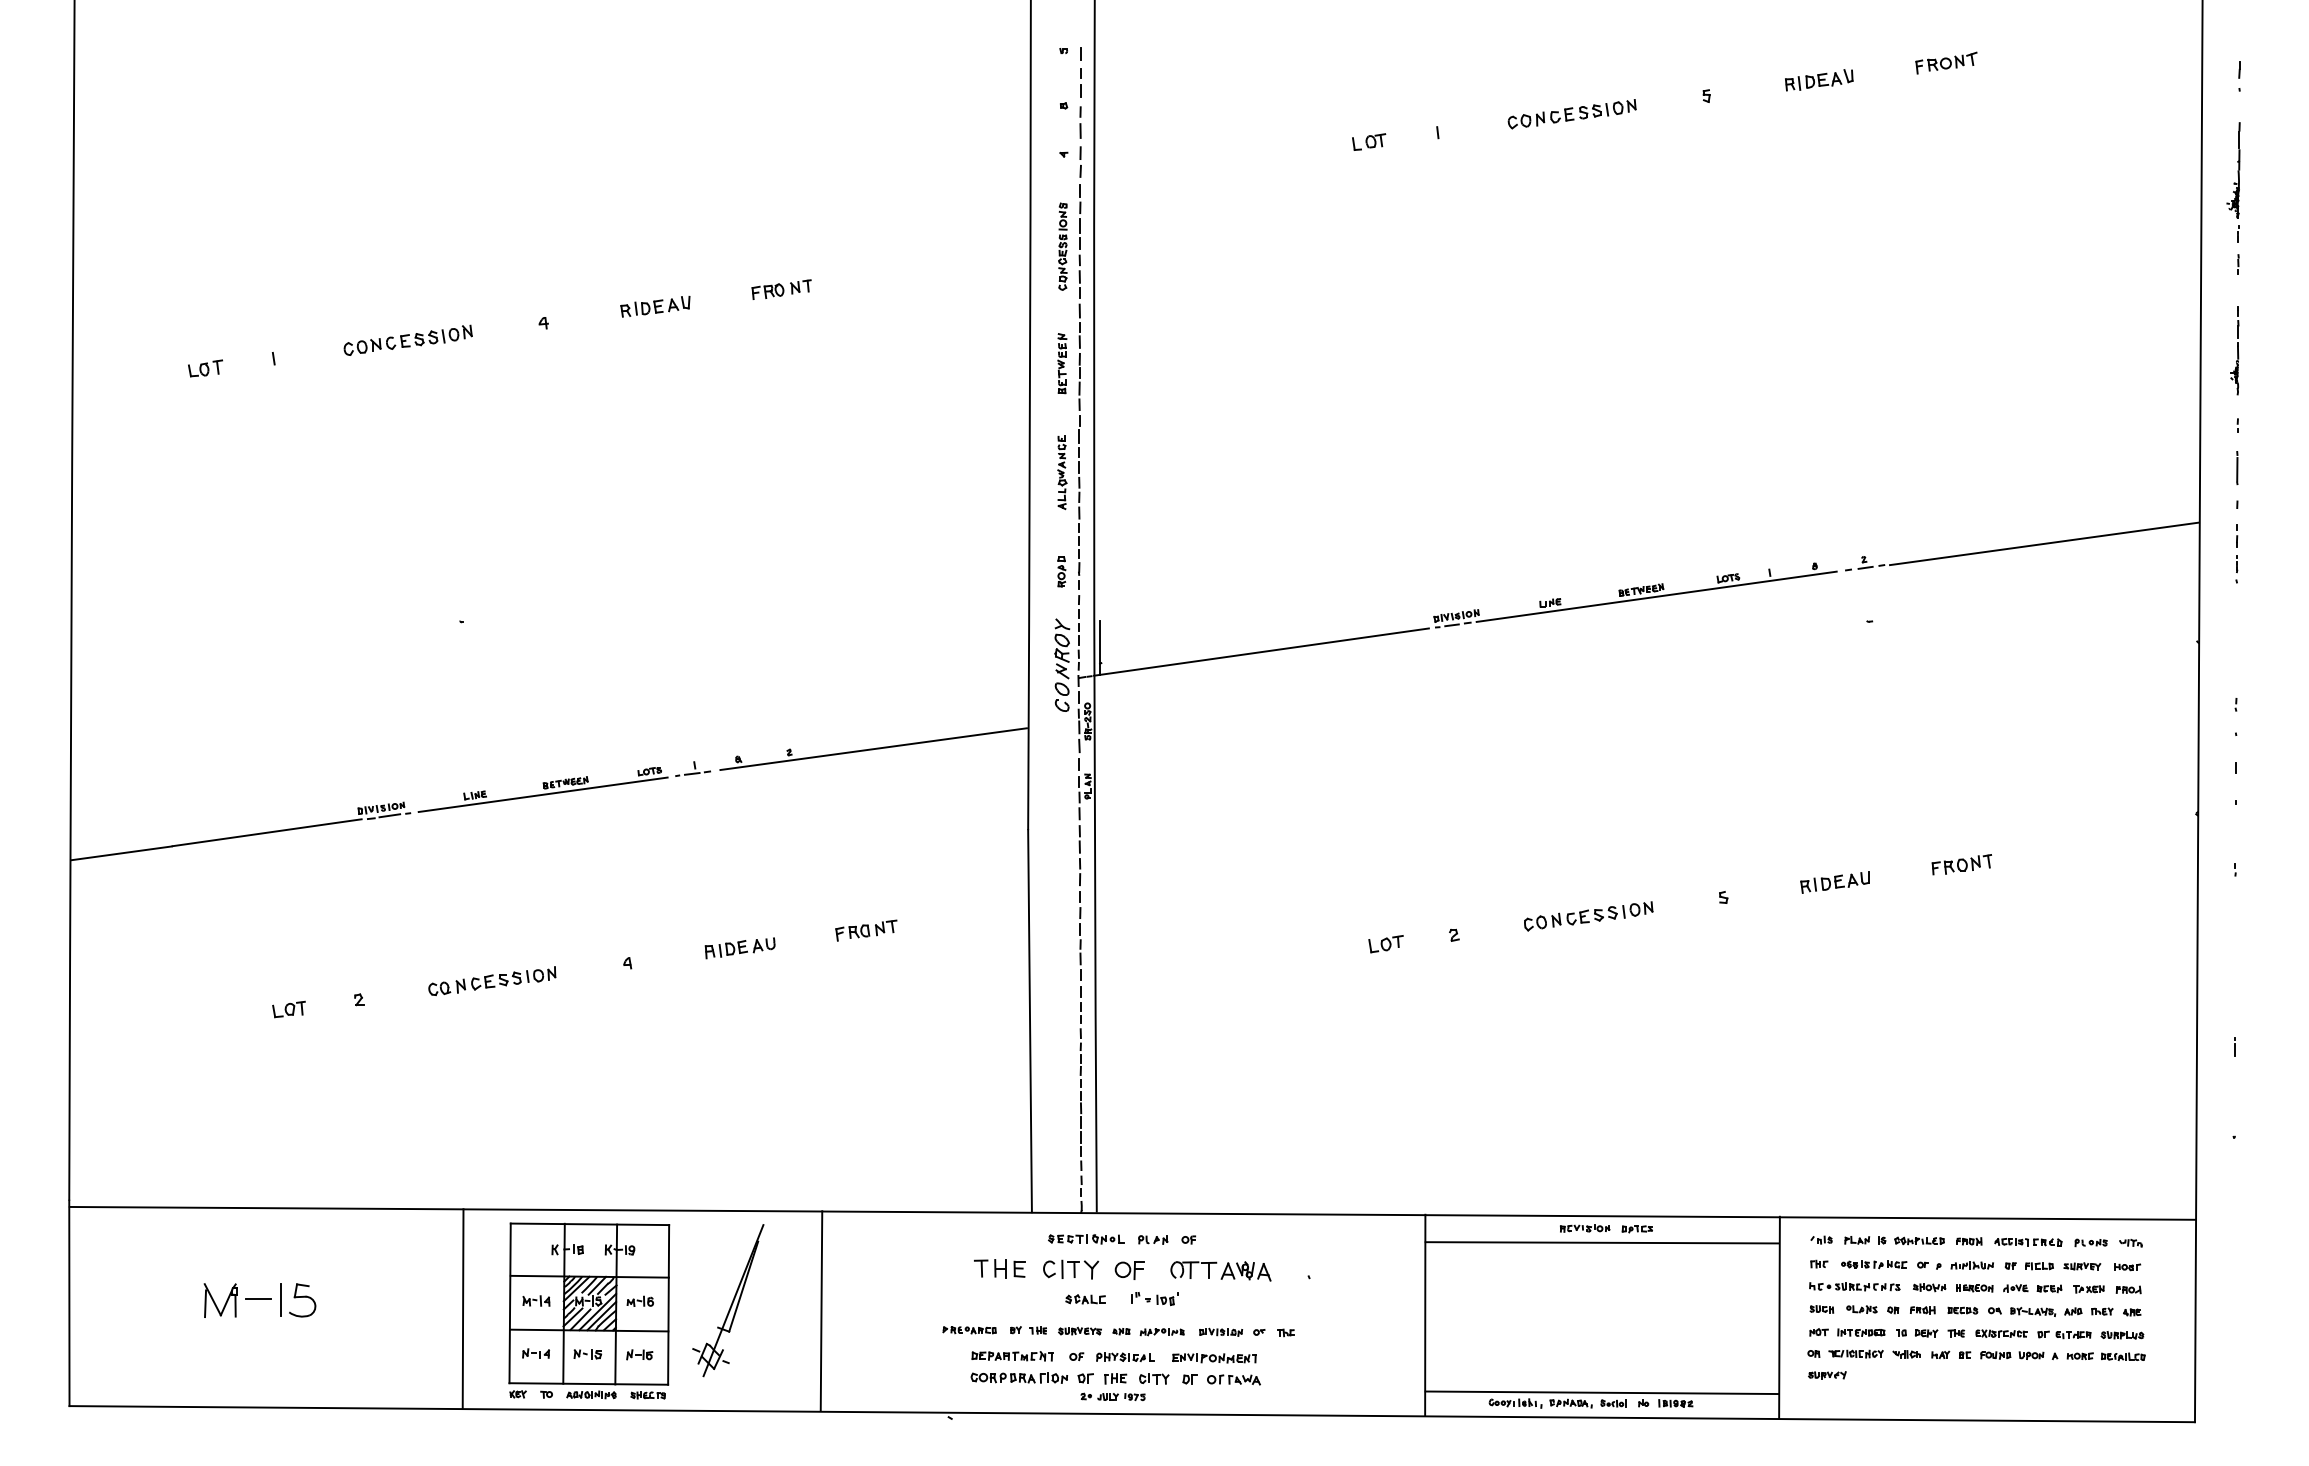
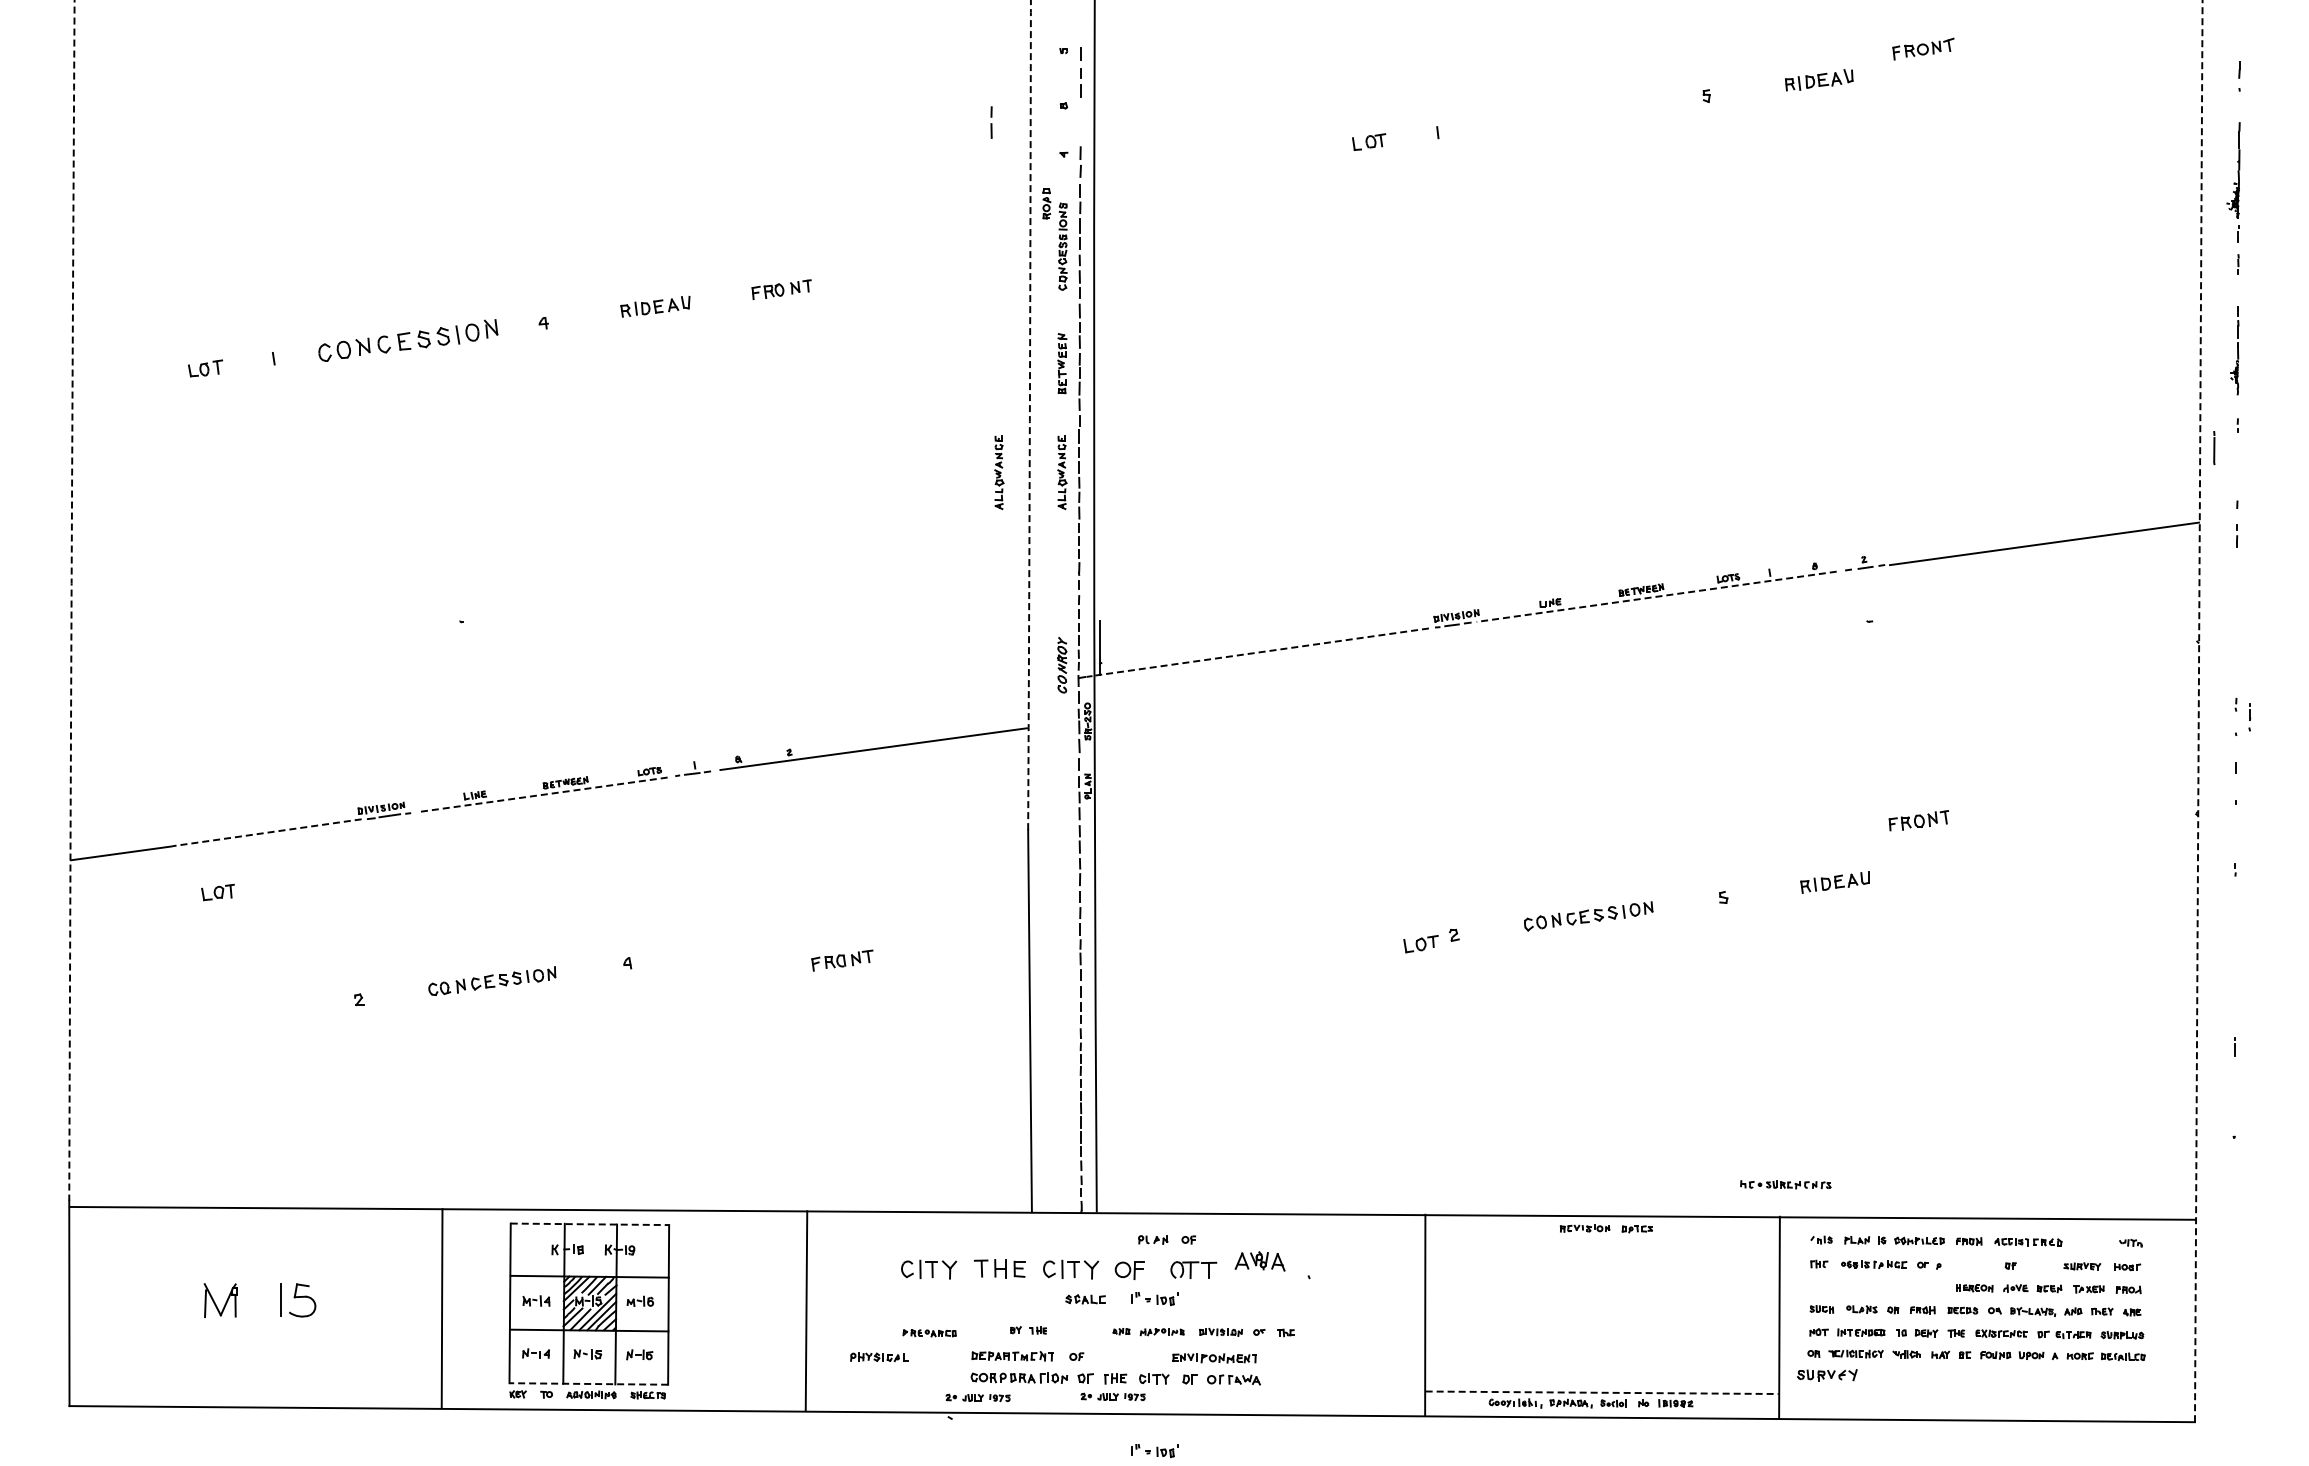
part at (1946, 62) position: (1946, 62) -> (1923, 48)
part at (1571, 114): present -> none
line at (1080, 123) position: (1080, 123) -> (991, 123)
part at (407, 339) size: 130x32 px -> 181x43 px
arc at (1029, 415): solid -> dashed
line at (2237, 468) position: (2237, 468) -> (2214, 448)
part at (999, 472): none -> present
part at (2236, 569) position: (2236, 569) -> (2249, 717)
part at (1061, 571) position: (1061, 571) -> (1046, 203)
line at (1656, 596): solid -> dashed
arc at (71, 600): solid -> dashed
line at (1260, 652): solid -> dashed
part at (1062, 664) size: 17x94 px -> 11x57 px
line at (2198, 711): solid -> dashed
line at (543, 794): solid -> dashed
line at (266, 832): solid -> dashed
part at (1961, 864) position: (1961, 864) -> (1918, 820)
part at (866, 930) position: (866, 930) -> (842, 960)
part at (1385, 944) position: (1385, 944) -> (1420, 944)
part at (739, 948): present -> none
part at (288, 1009) position: (288, 1009) -> (217, 892)
line at (590, 1224): solid -> dashed
part at (1086, 1239): present -> none
line at (1601, 1242): present -> none
part at (2090, 1242): present -> none
part at (1971, 1265): present -> none
part at (2039, 1266): present -> none
part at (929, 1269): none -> present
part at (1245, 1271) position: (1245, 1271) -> (1259, 1261)
part at (1854, 1286) position: (1854, 1286) -> (1785, 1184)
part at (1929, 1287): present -> none
line at (257, 1298): present -> none
part at (728, 1300): present -> none
line at (462, 1308) position: (462, 1308) -> (441, 1308)
line at (821, 1310) position: (821, 1310) -> (806, 1310)
part at (969, 1330) position: (969, 1330) -> (929, 1333)
part at (1079, 1330): present -> none
part at (1125, 1356) position: (1125, 1356) -> (879, 1356)
part at (1827, 1375) size: 39x9 px -> 61x13 px
line at (588, 1383): solid -> dashed
line at (1602, 1392): solid -> dashed
part at (977, 1397): none -> present
part at (1154, 1451): none -> present
